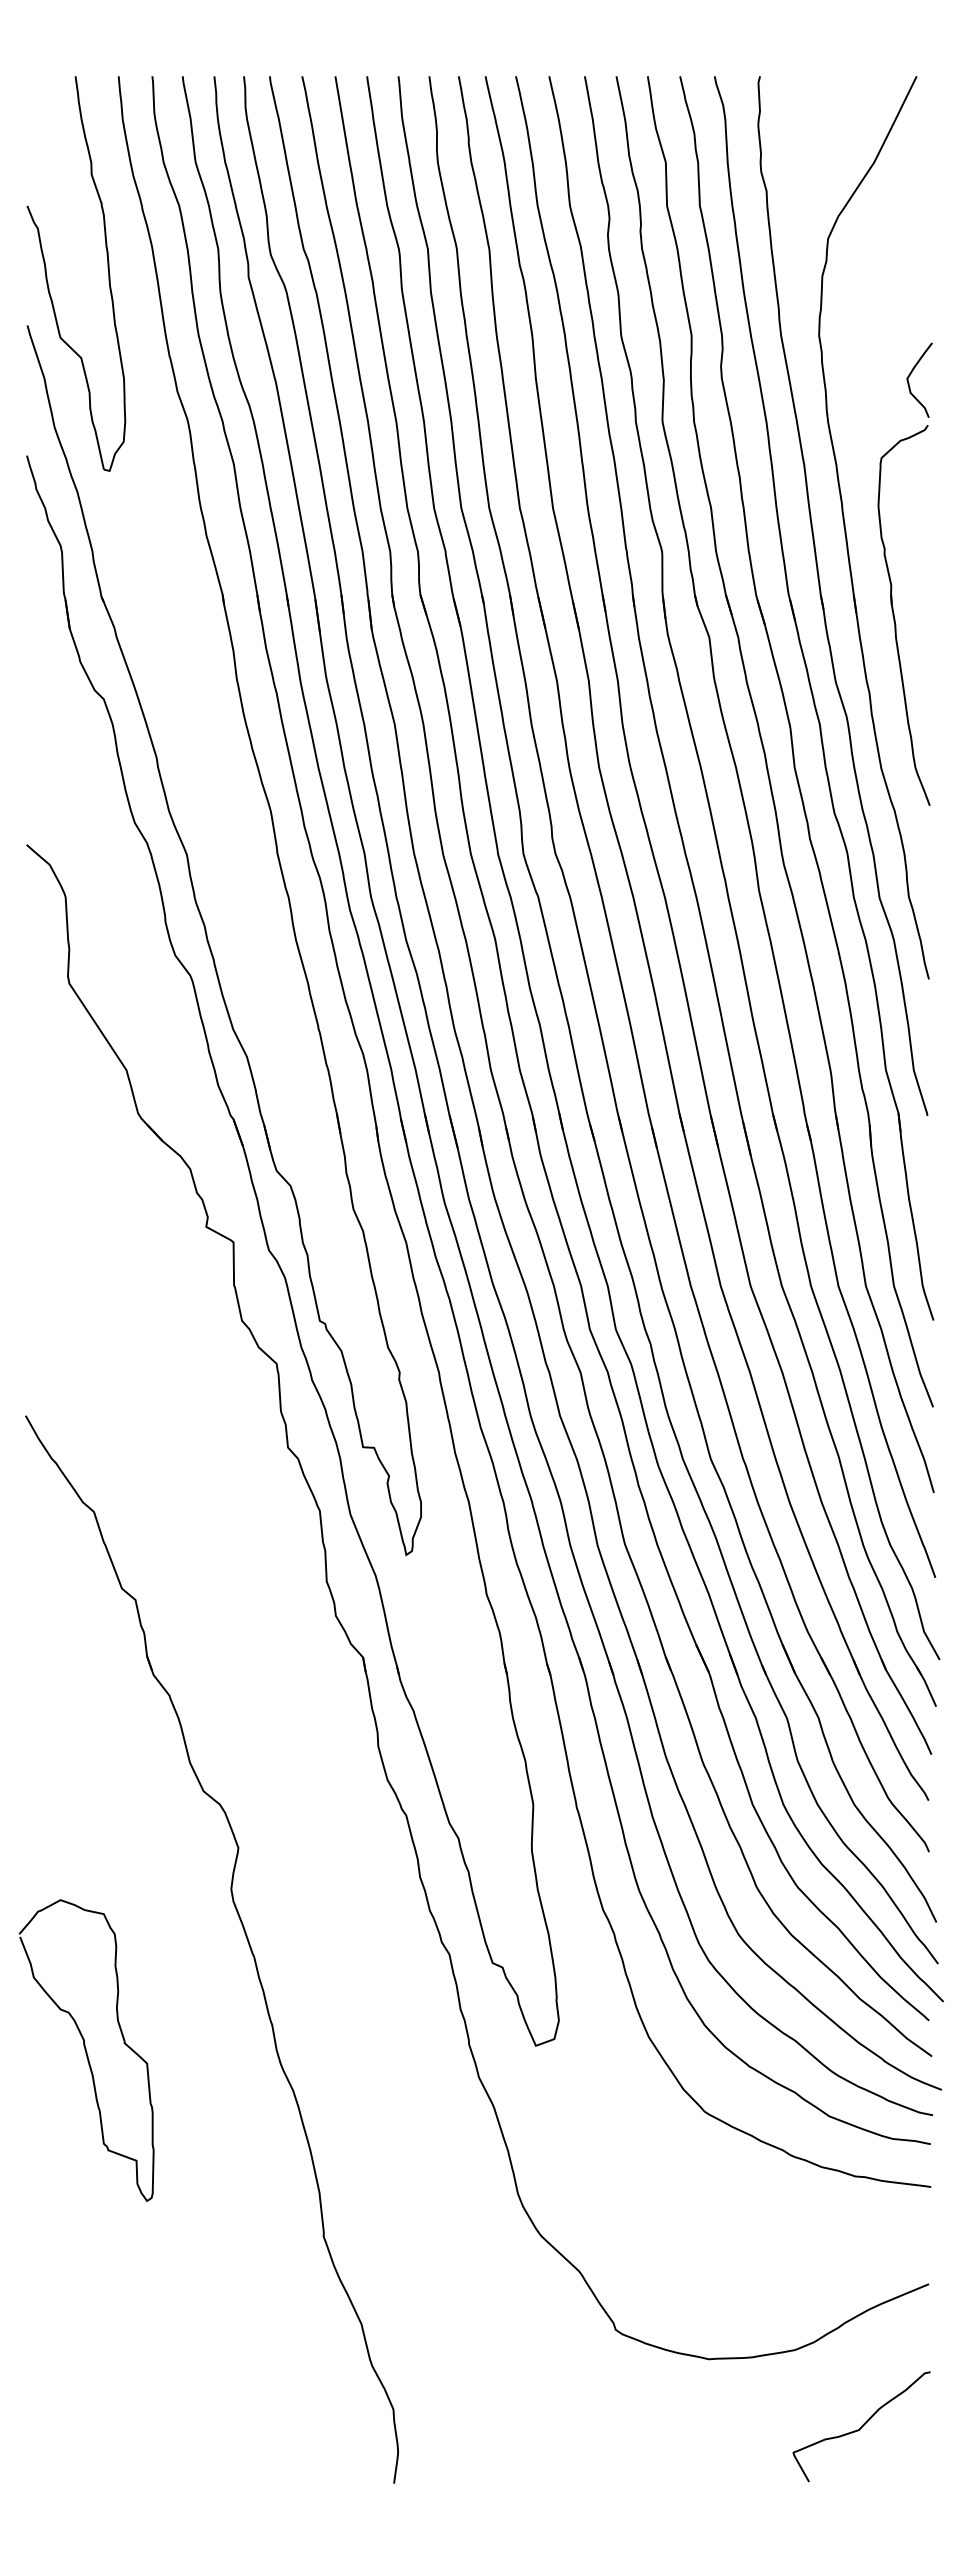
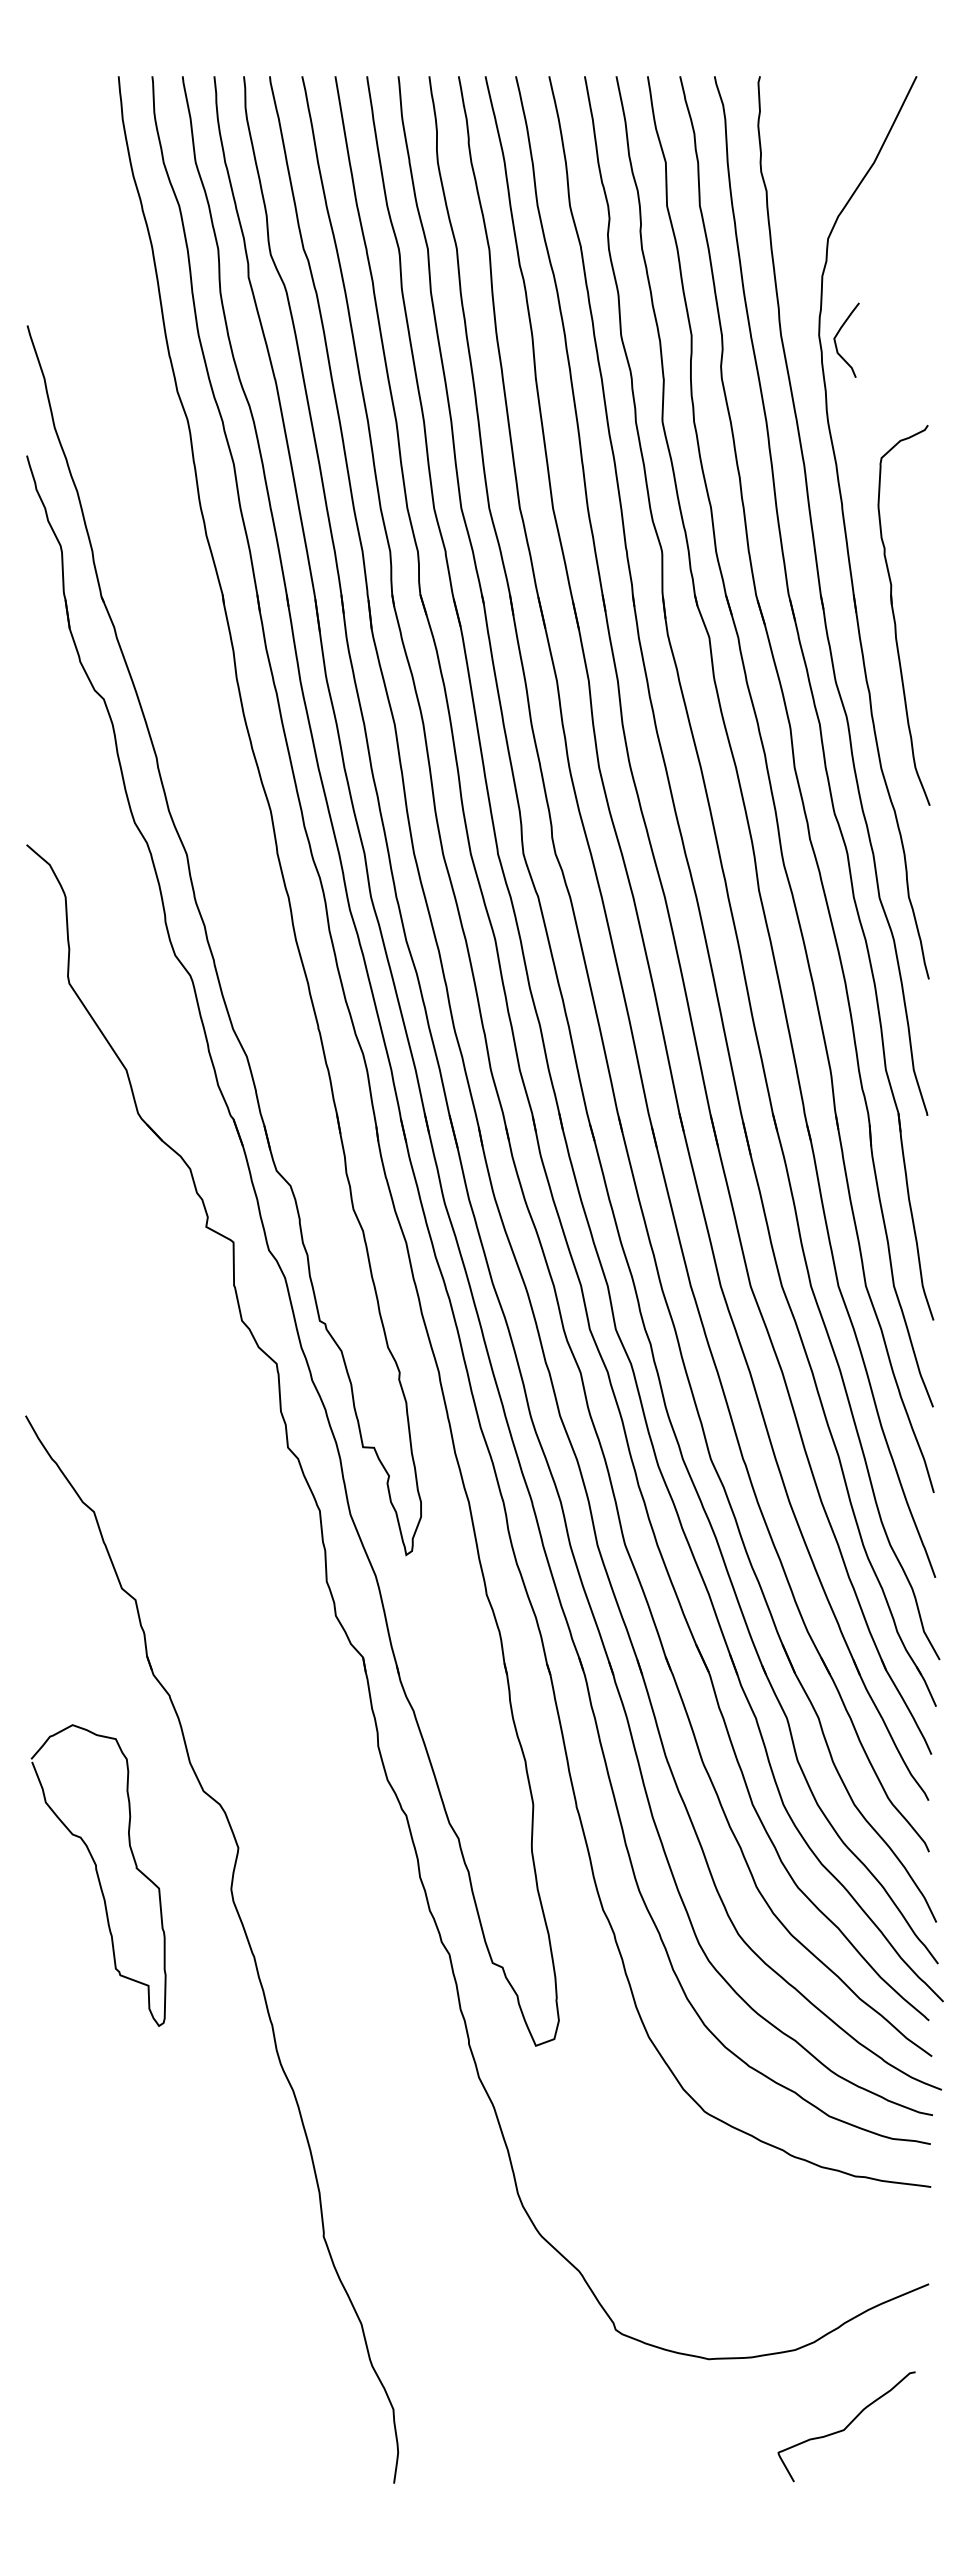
part at (47, 275): present -> none
curve at (910, 375) position: (910, 375) -> (837, 335)
curve at (86, 2050) position: (86, 2050) -> (98, 1875)
curve at (861, 2426) position: (861, 2426) -> (846, 2426)
